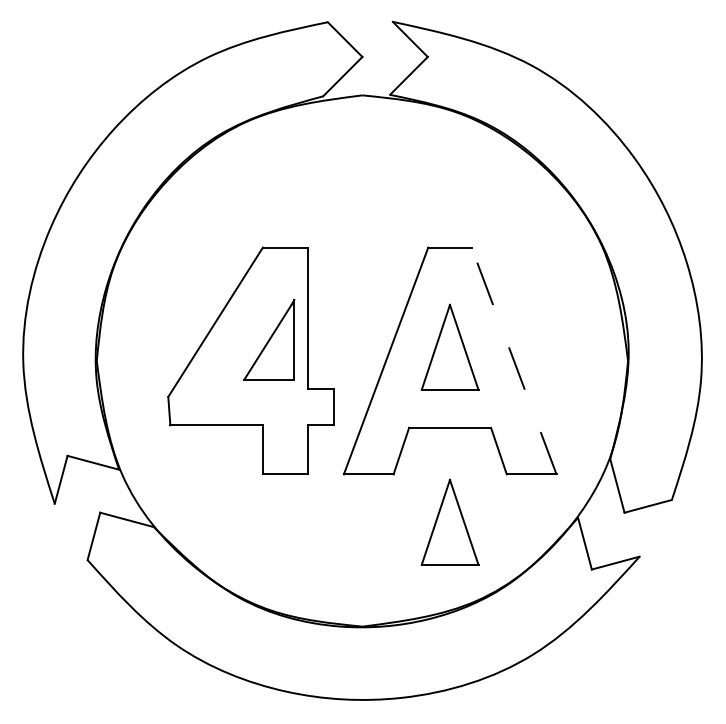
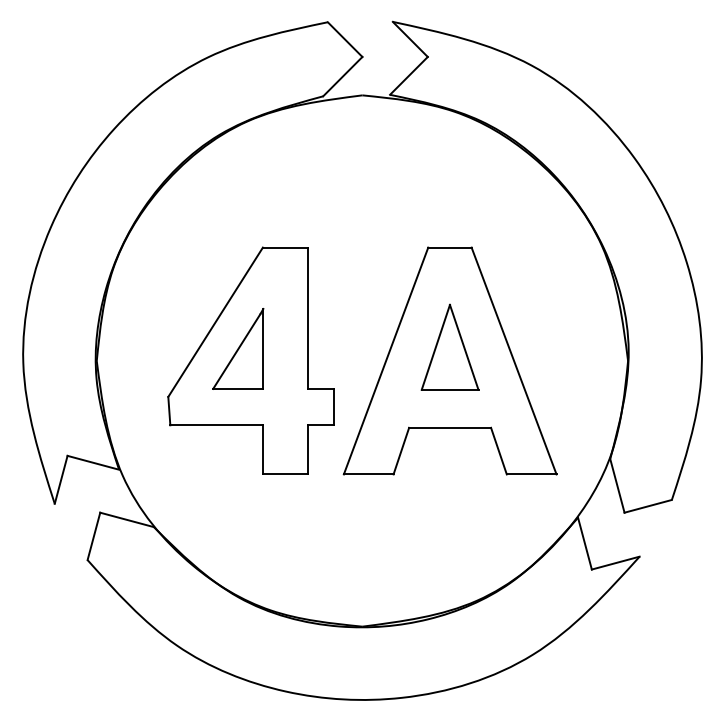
part at (269, 339) position: (269, 339) -> (238, 348)
line at (513, 360): dashed -> solid
part at (449, 521): present -> none
